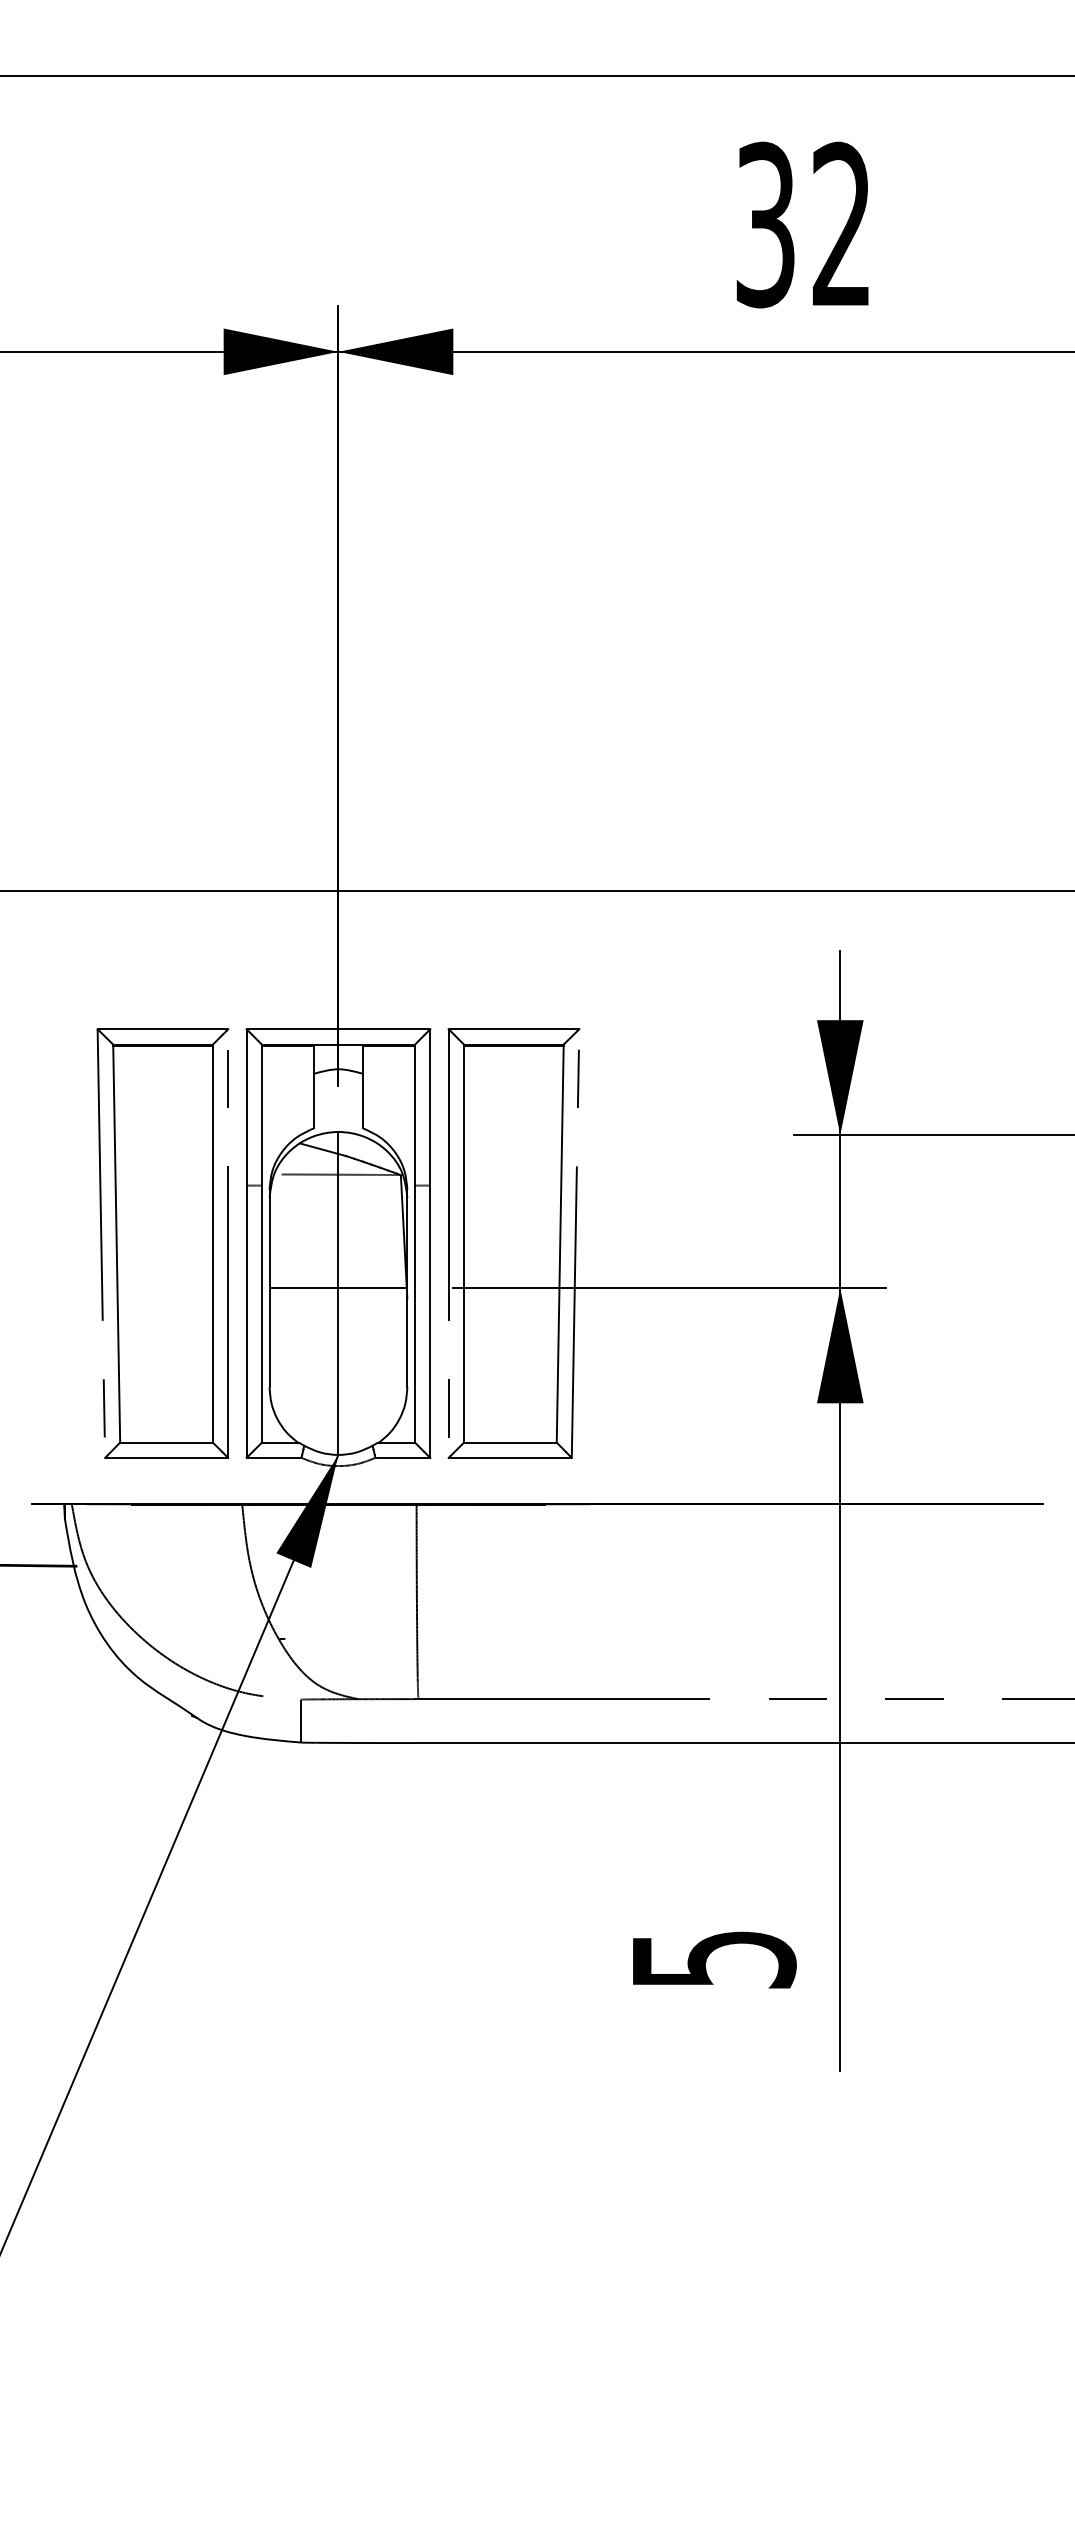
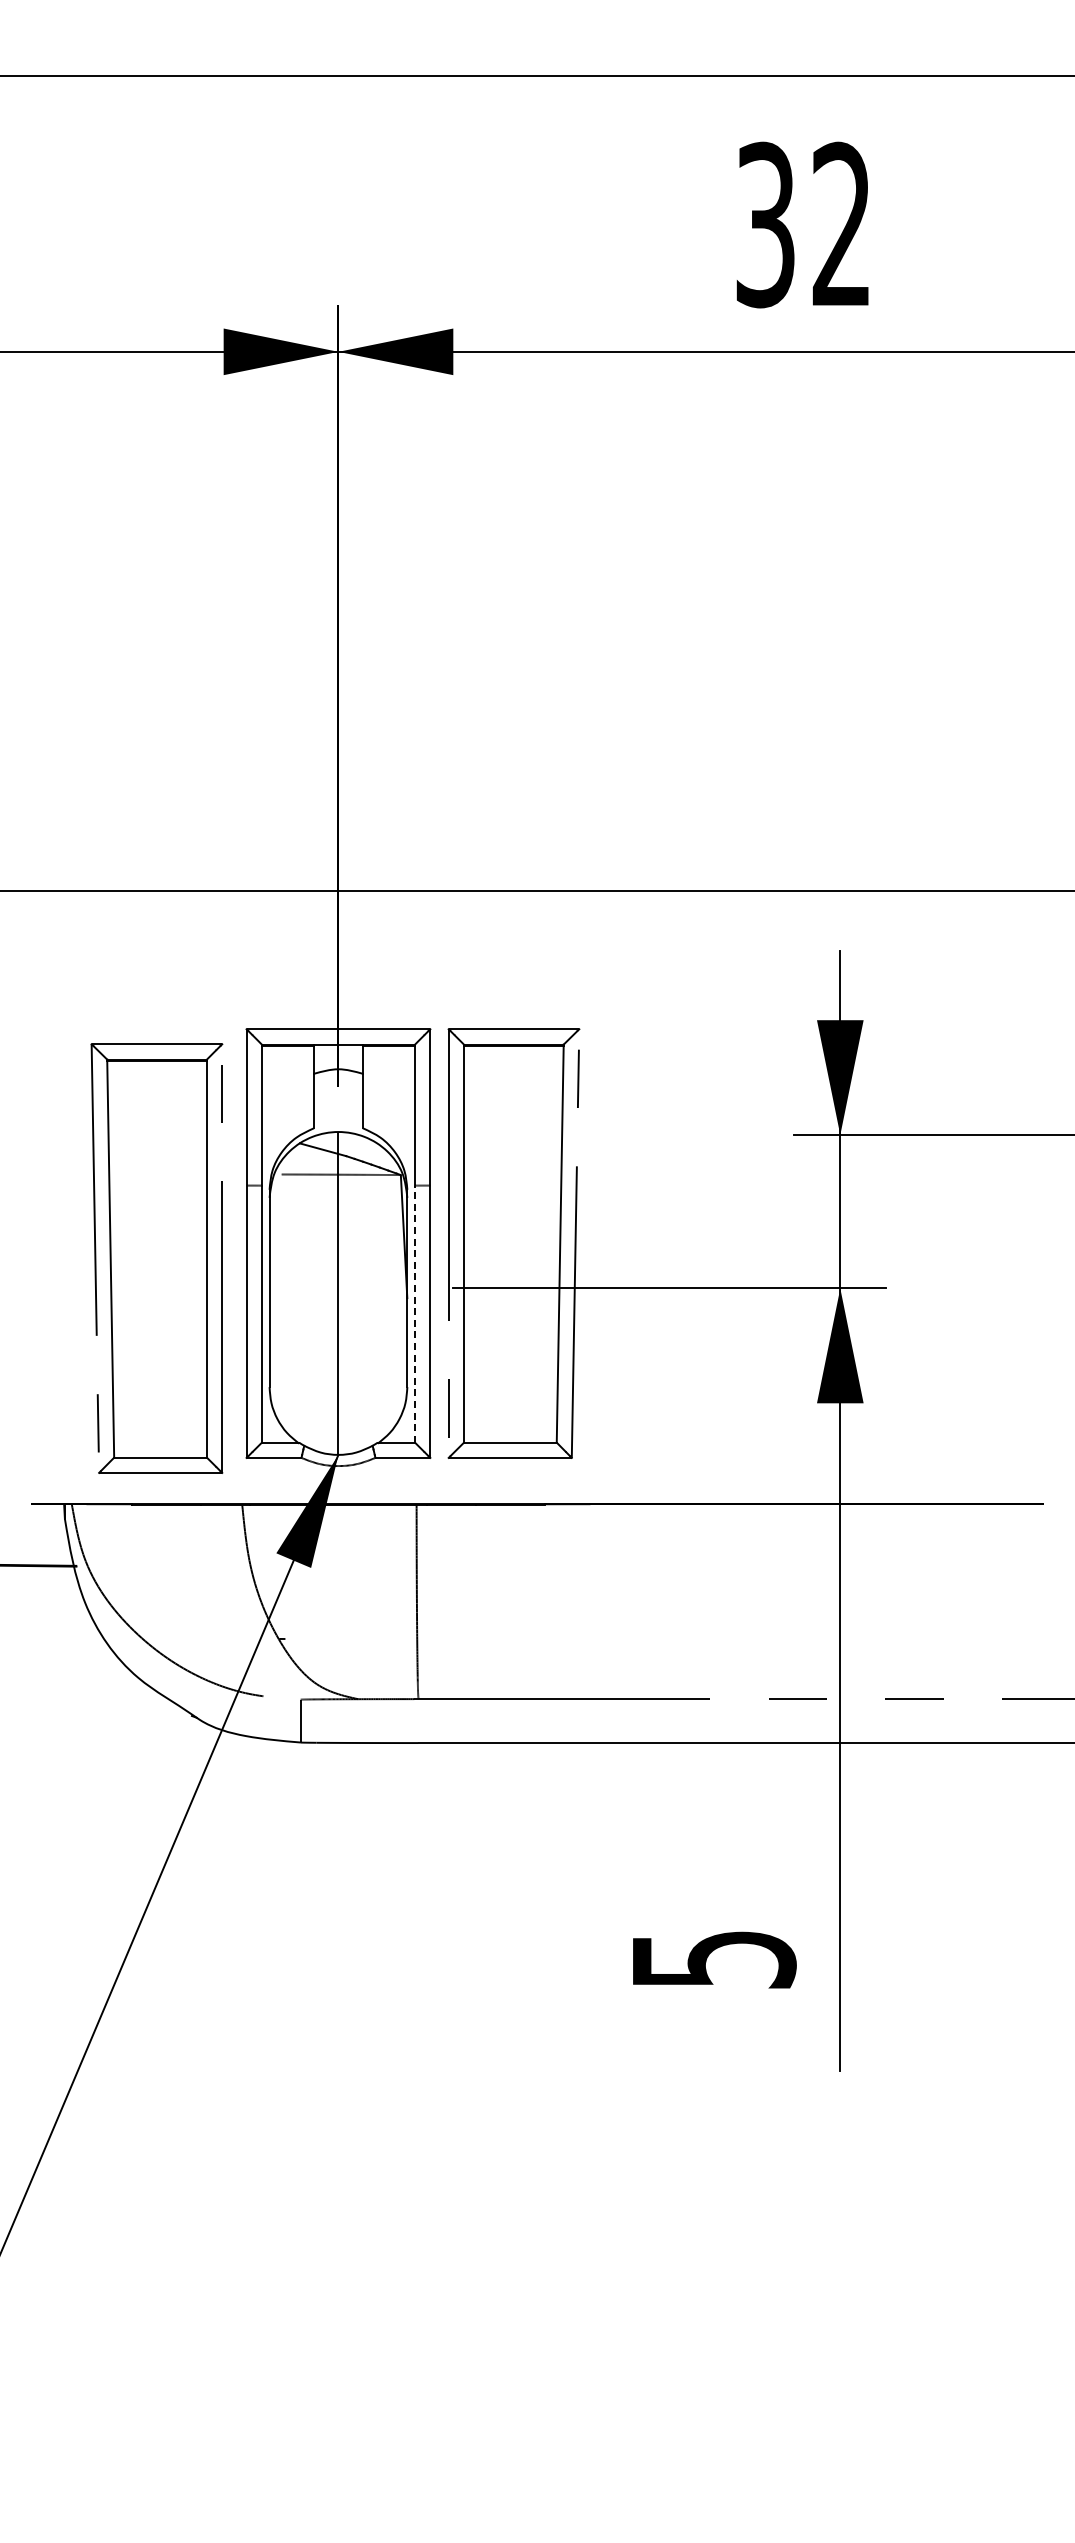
part at (162, 1243) position: (162, 1243) -> (156, 1258)
line at (338, 1288): present -> none
line at (415, 1314): solid -> dashed
